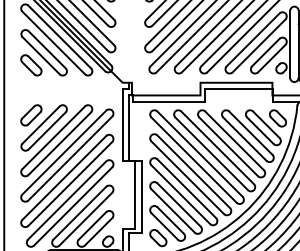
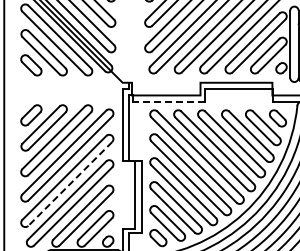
line at (169, 101): solid -> dashed
line at (69, 184): solid -> dashed
